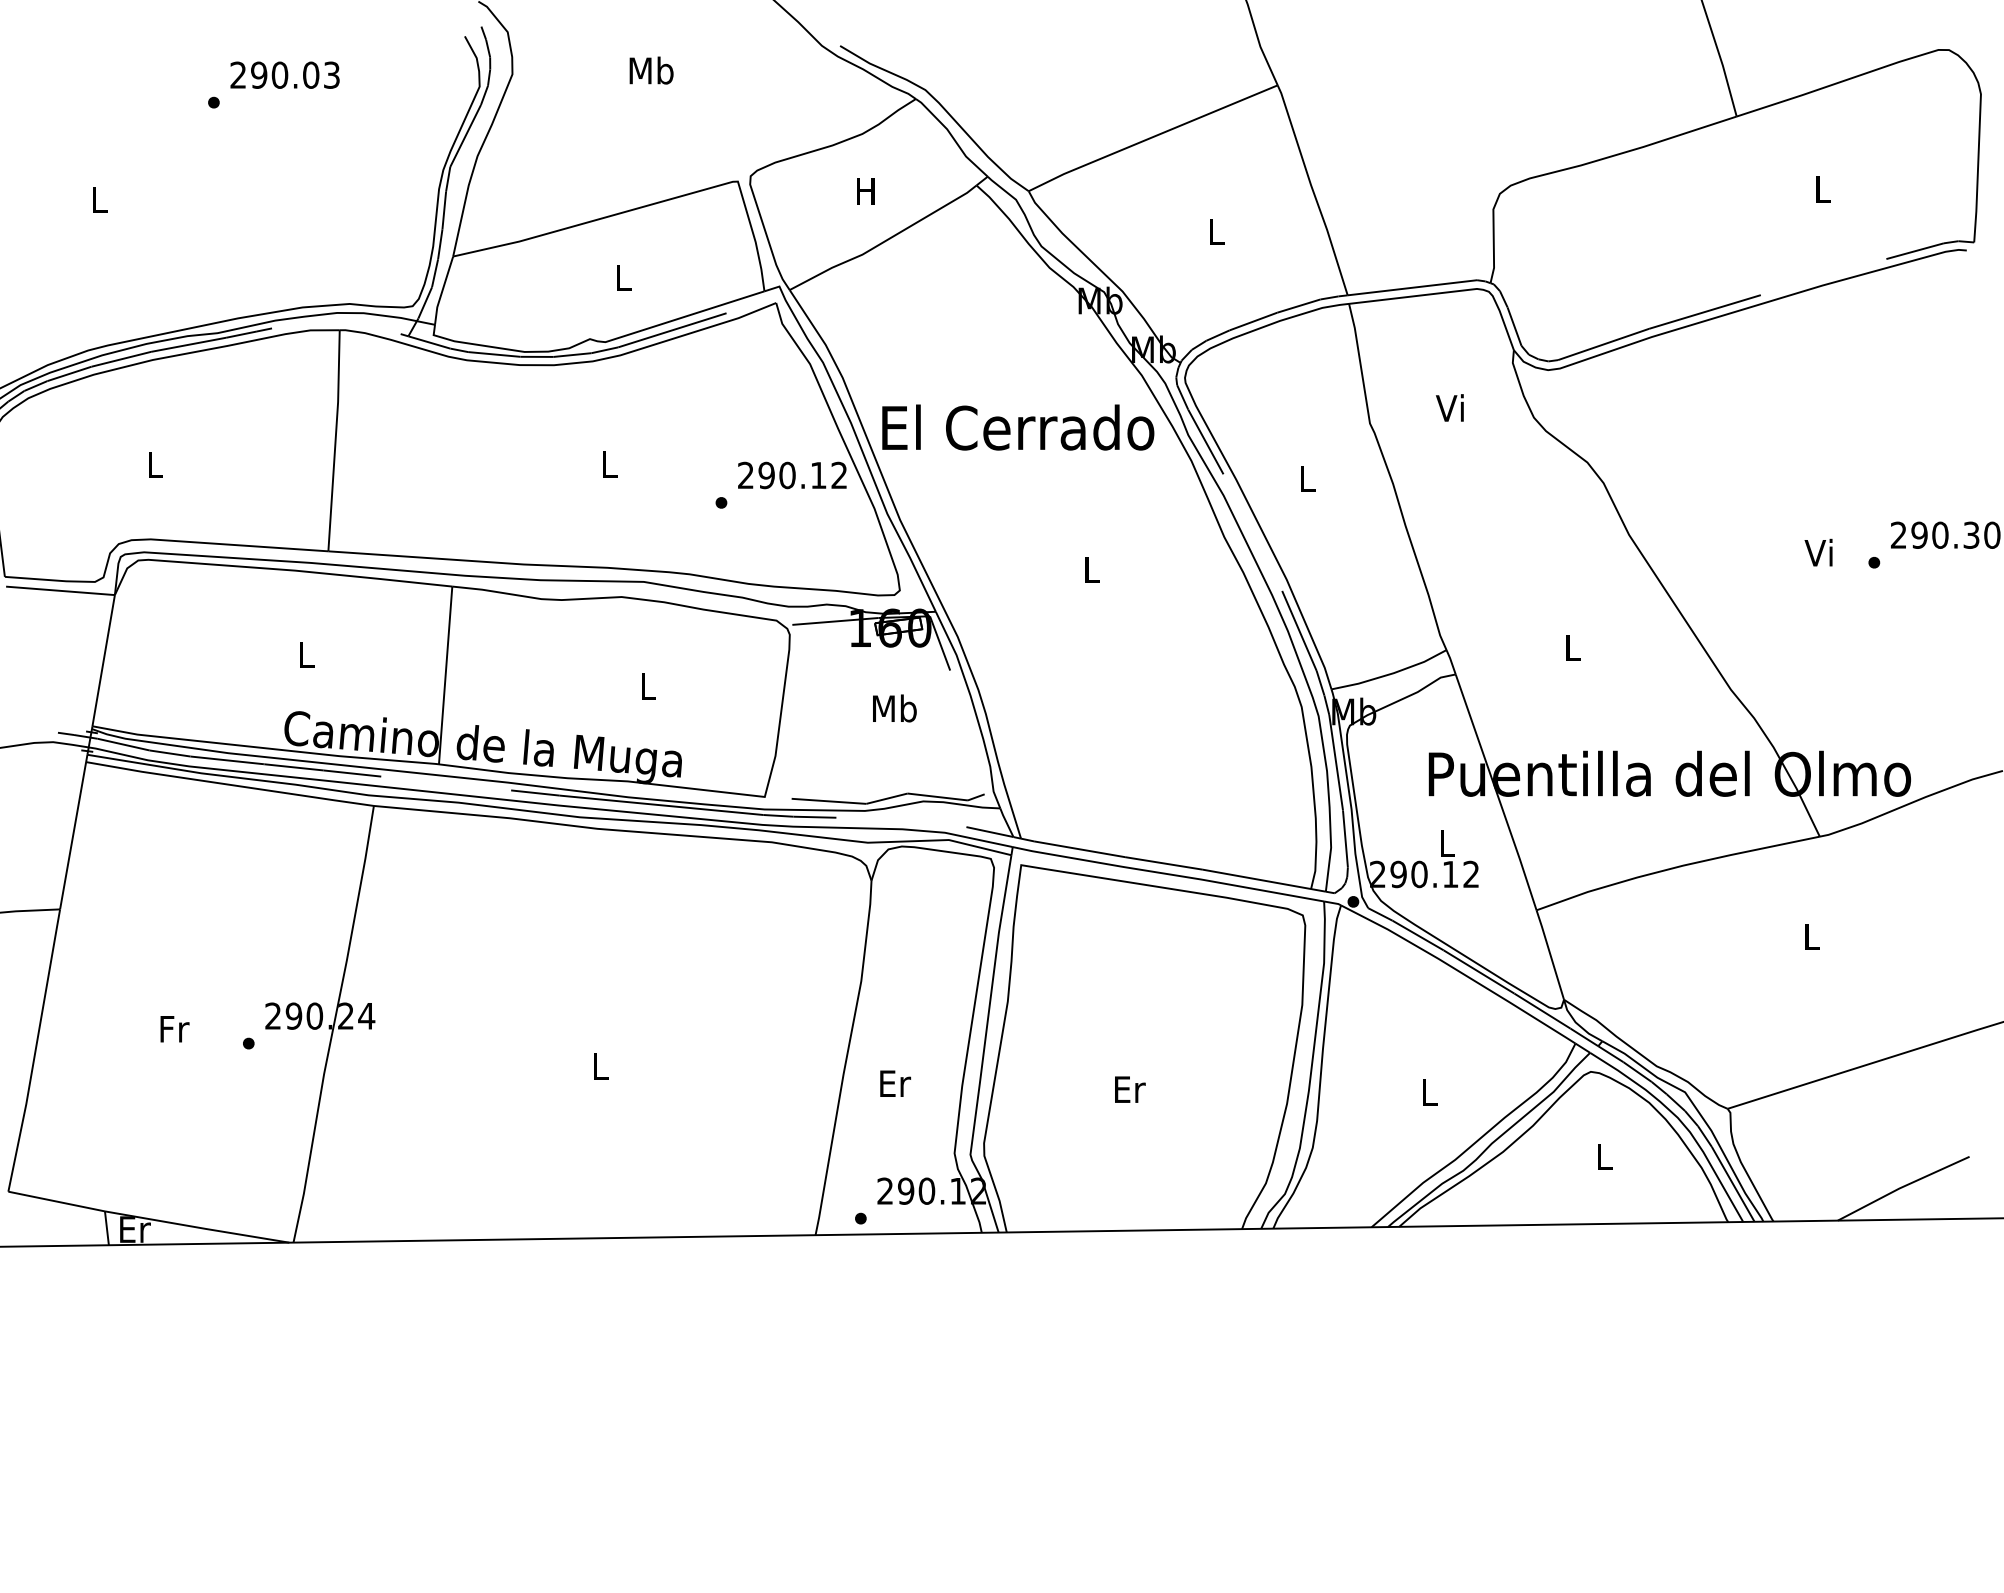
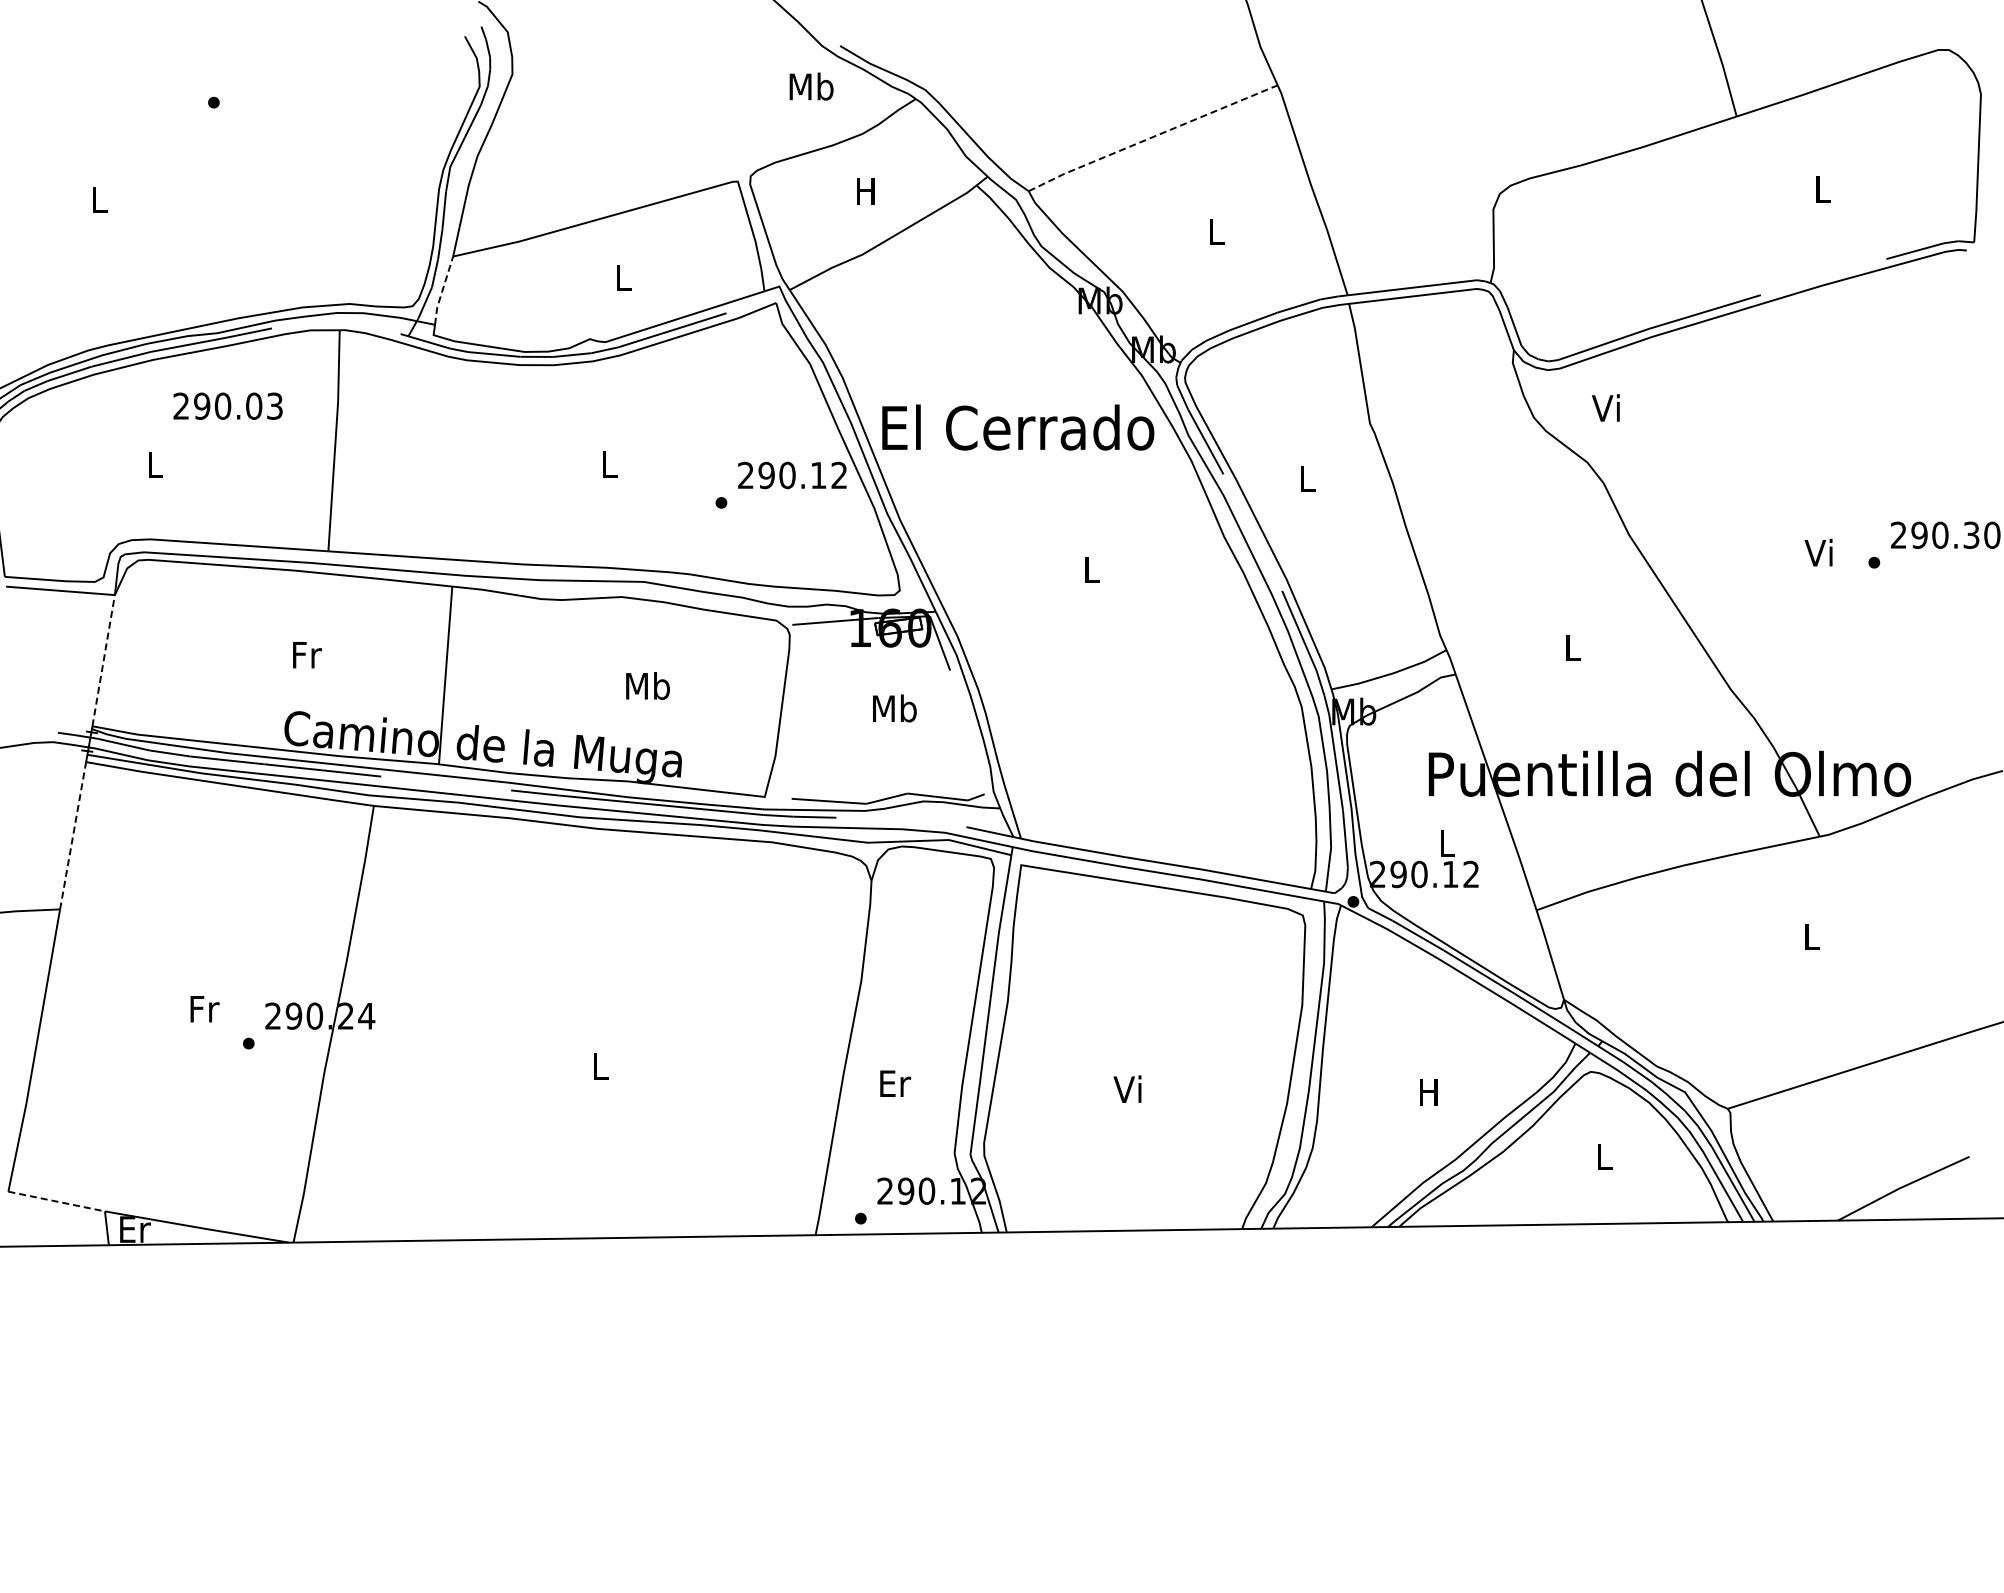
text at (651, 70) position: (651, 70) -> (811, 86)
text at (284, 74) position: (284, 74) -> (227, 405)
line at (1152, 137): solid -> dashed
line at (442, 290): solid -> dashed
text at (1449, 407) position: (1449, 407) -> (1605, 407)
text at (307, 655): L -> Fr
line at (103, 660): solid -> dashed
text at (647, 685): L -> Mb
line at (73, 835): solid -> dashed
text at (174, 1029) position: (174, 1029) -> (204, 1009)
text at (1129, 1088): Er -> Vi
text at (1428, 1092): L -> H
line at (57, 1201): solid -> dashed
